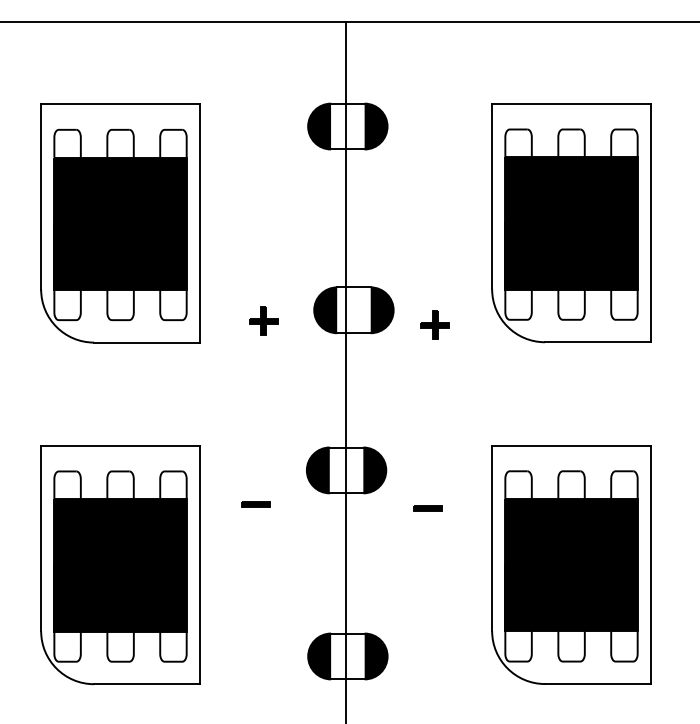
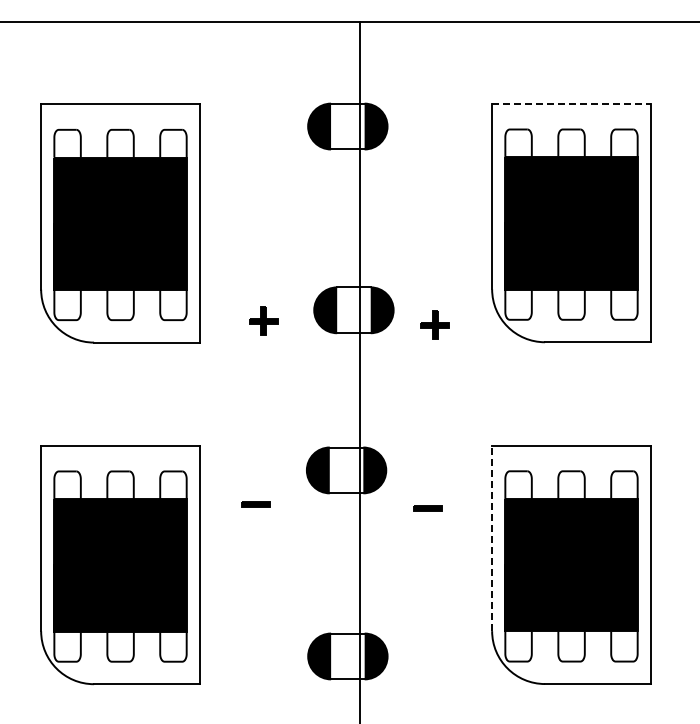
line at (572, 104): solid -> dashed
line at (346, 370) position: (346, 370) -> (360, 370)
line at (492, 538): solid -> dashed
